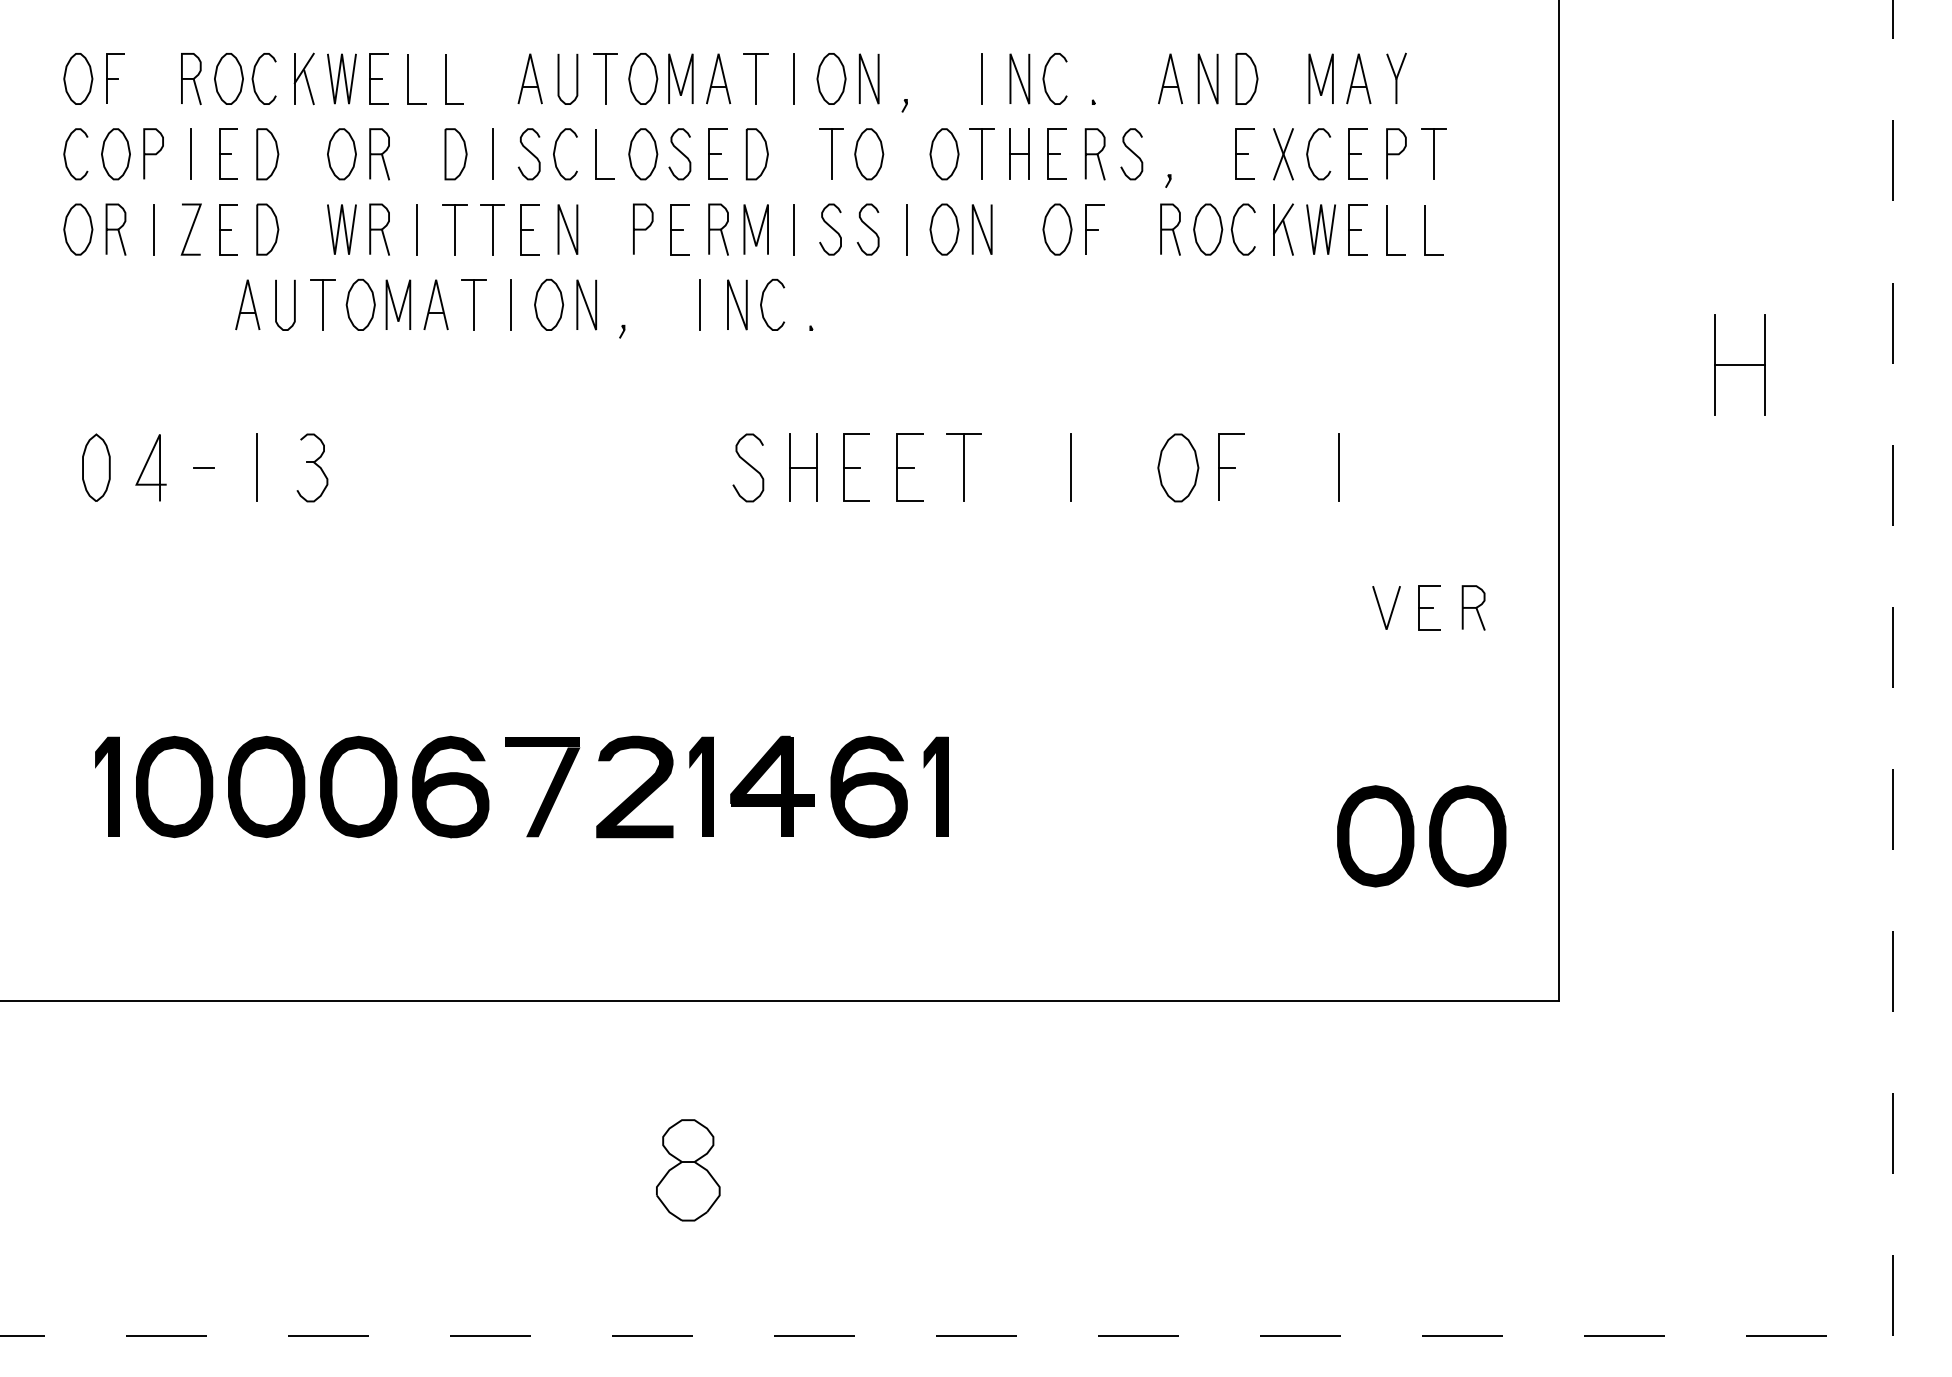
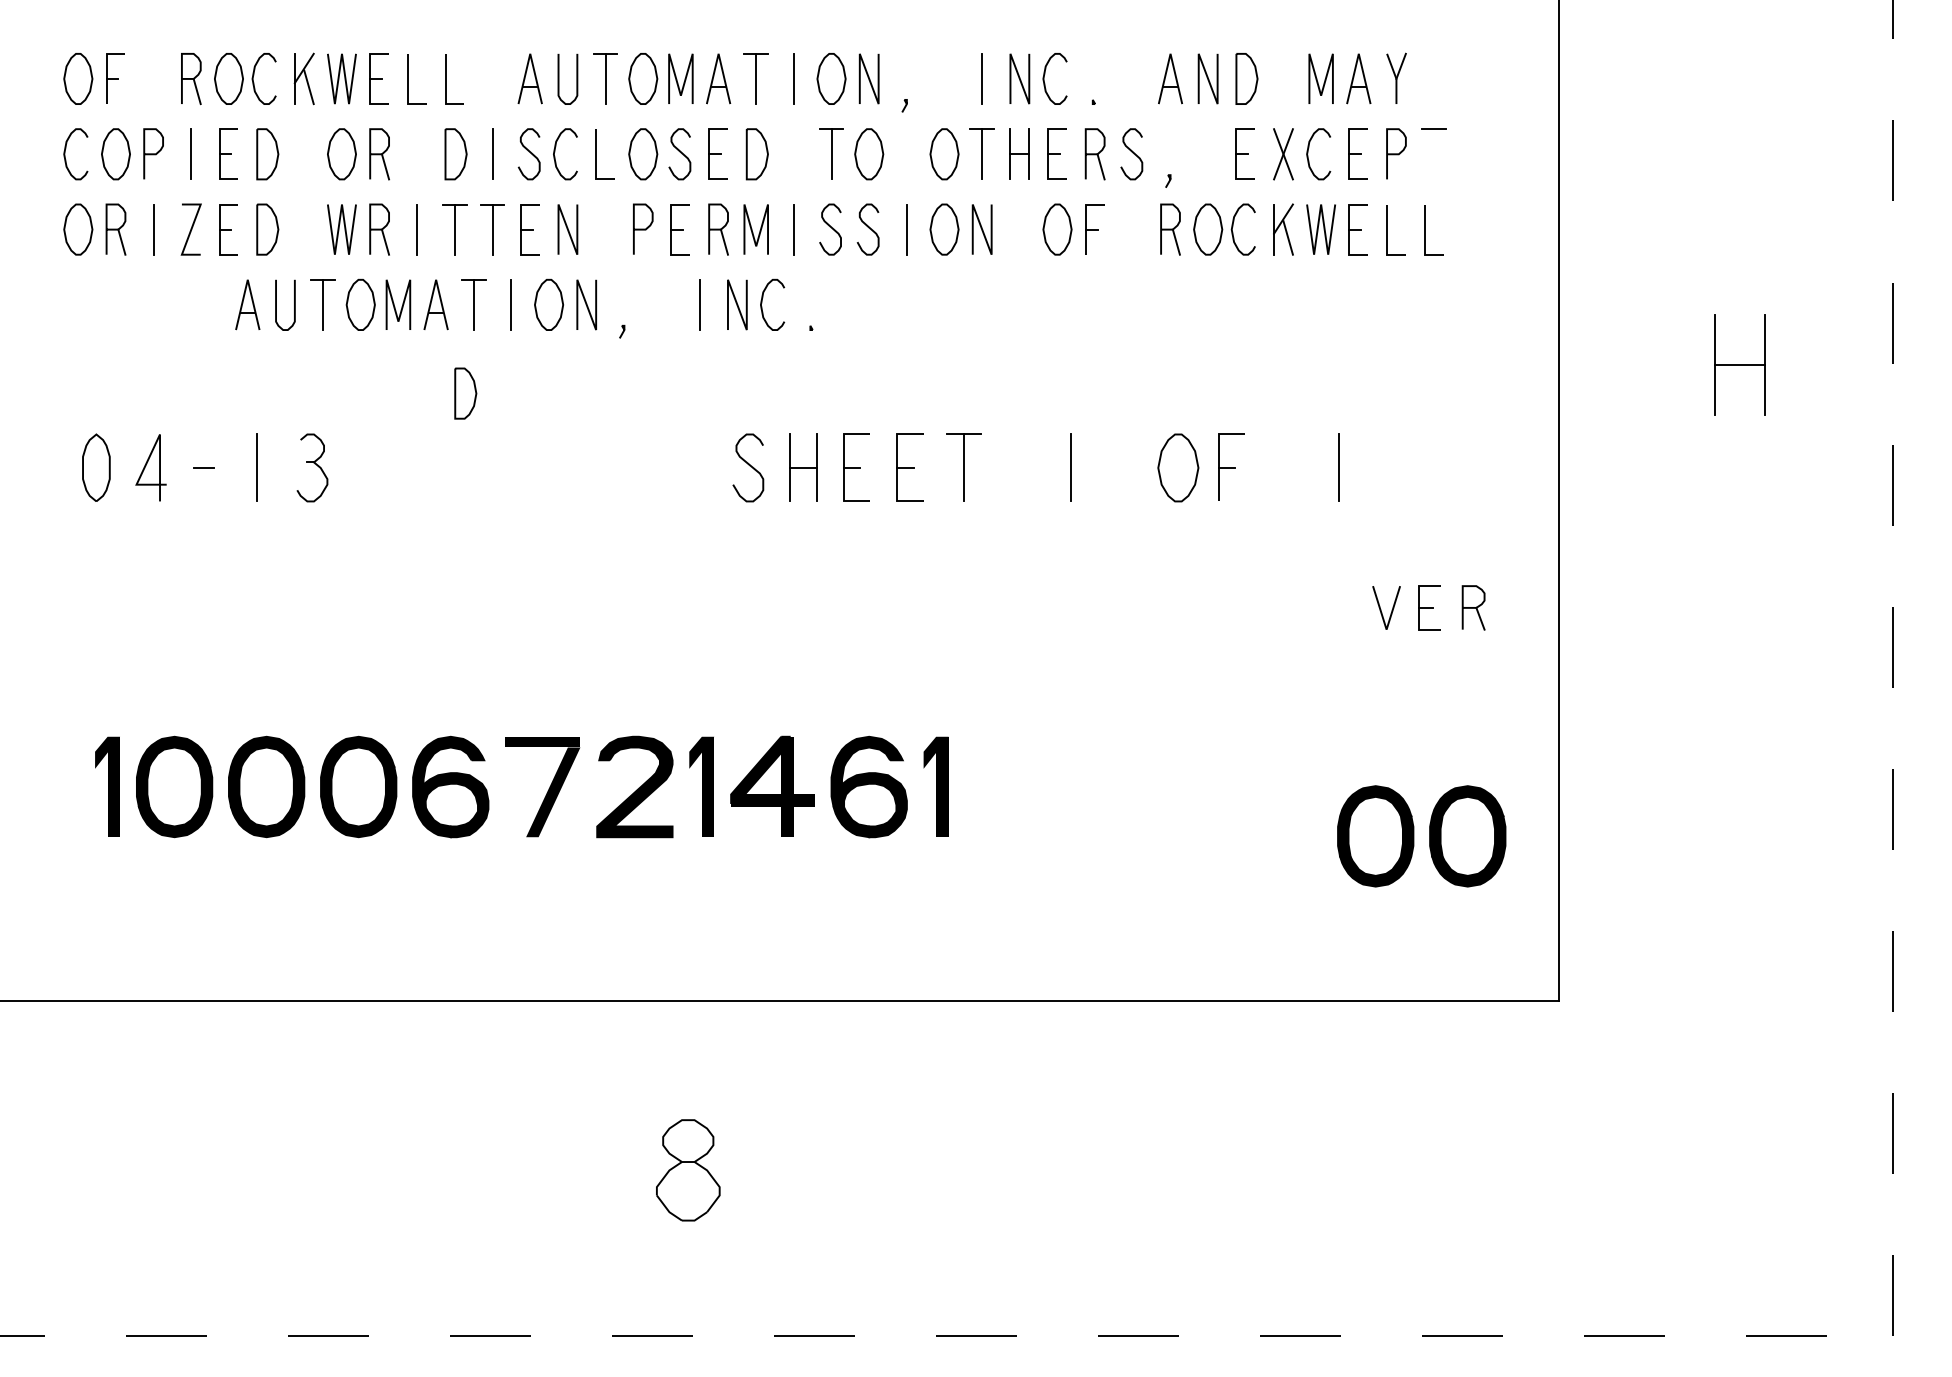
line at (1434, 154): present -> none
part at (465, 393): none -> present
